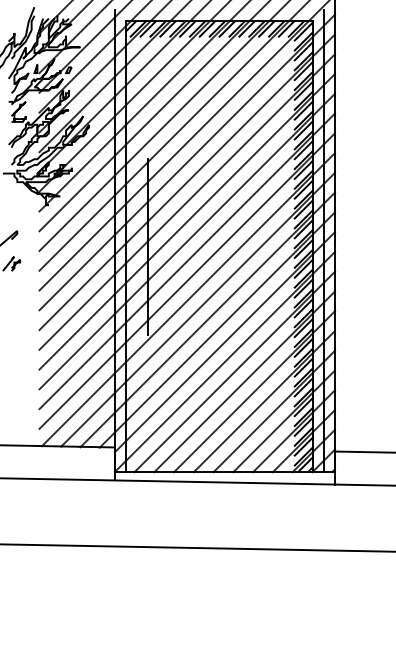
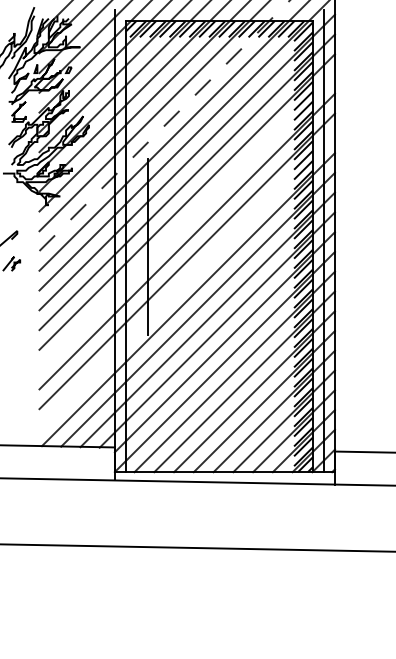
line at (164, 125): solid -> dashed
line at (186, 221): present -> none
line at (186, 280): present -> none
